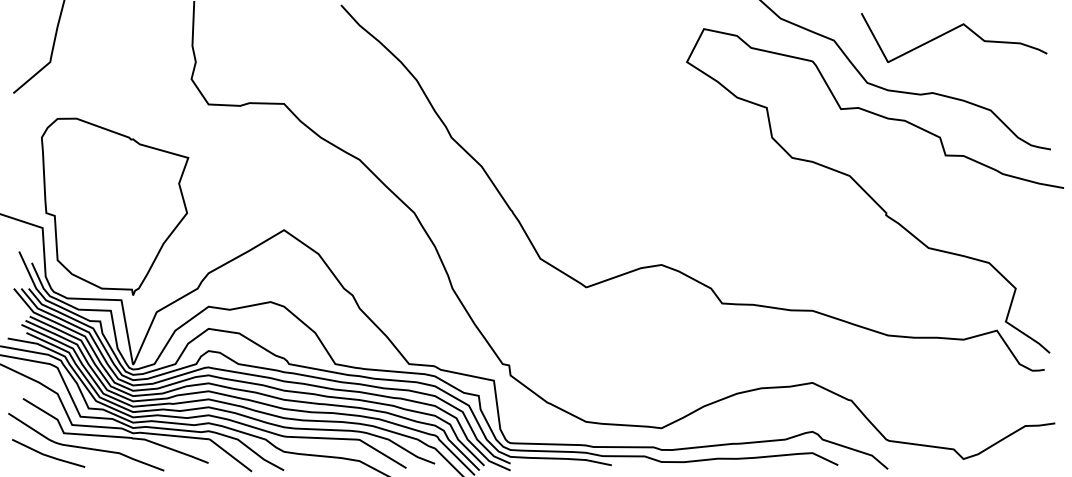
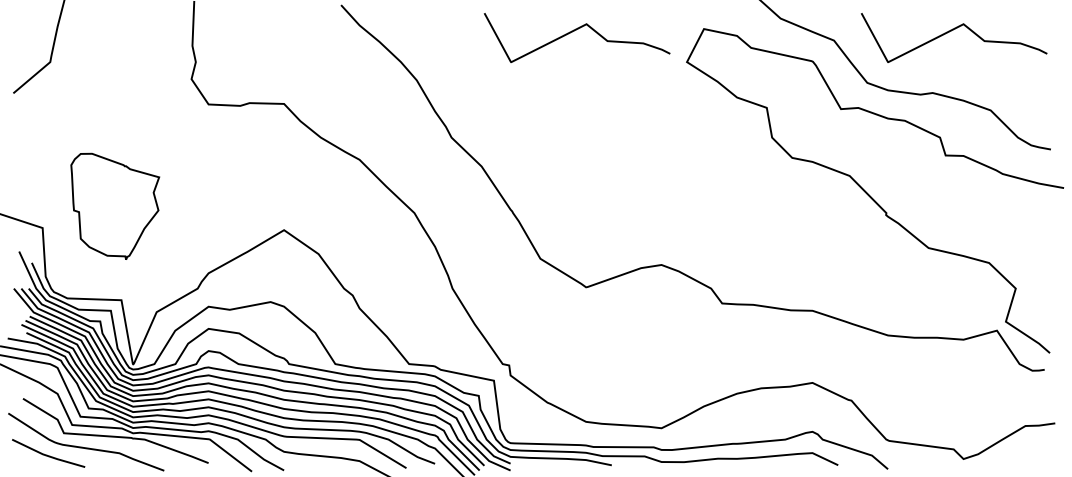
curve at (574, 31): none -> present
part at (115, 206) size: 149x179 px -> 91x108 px
